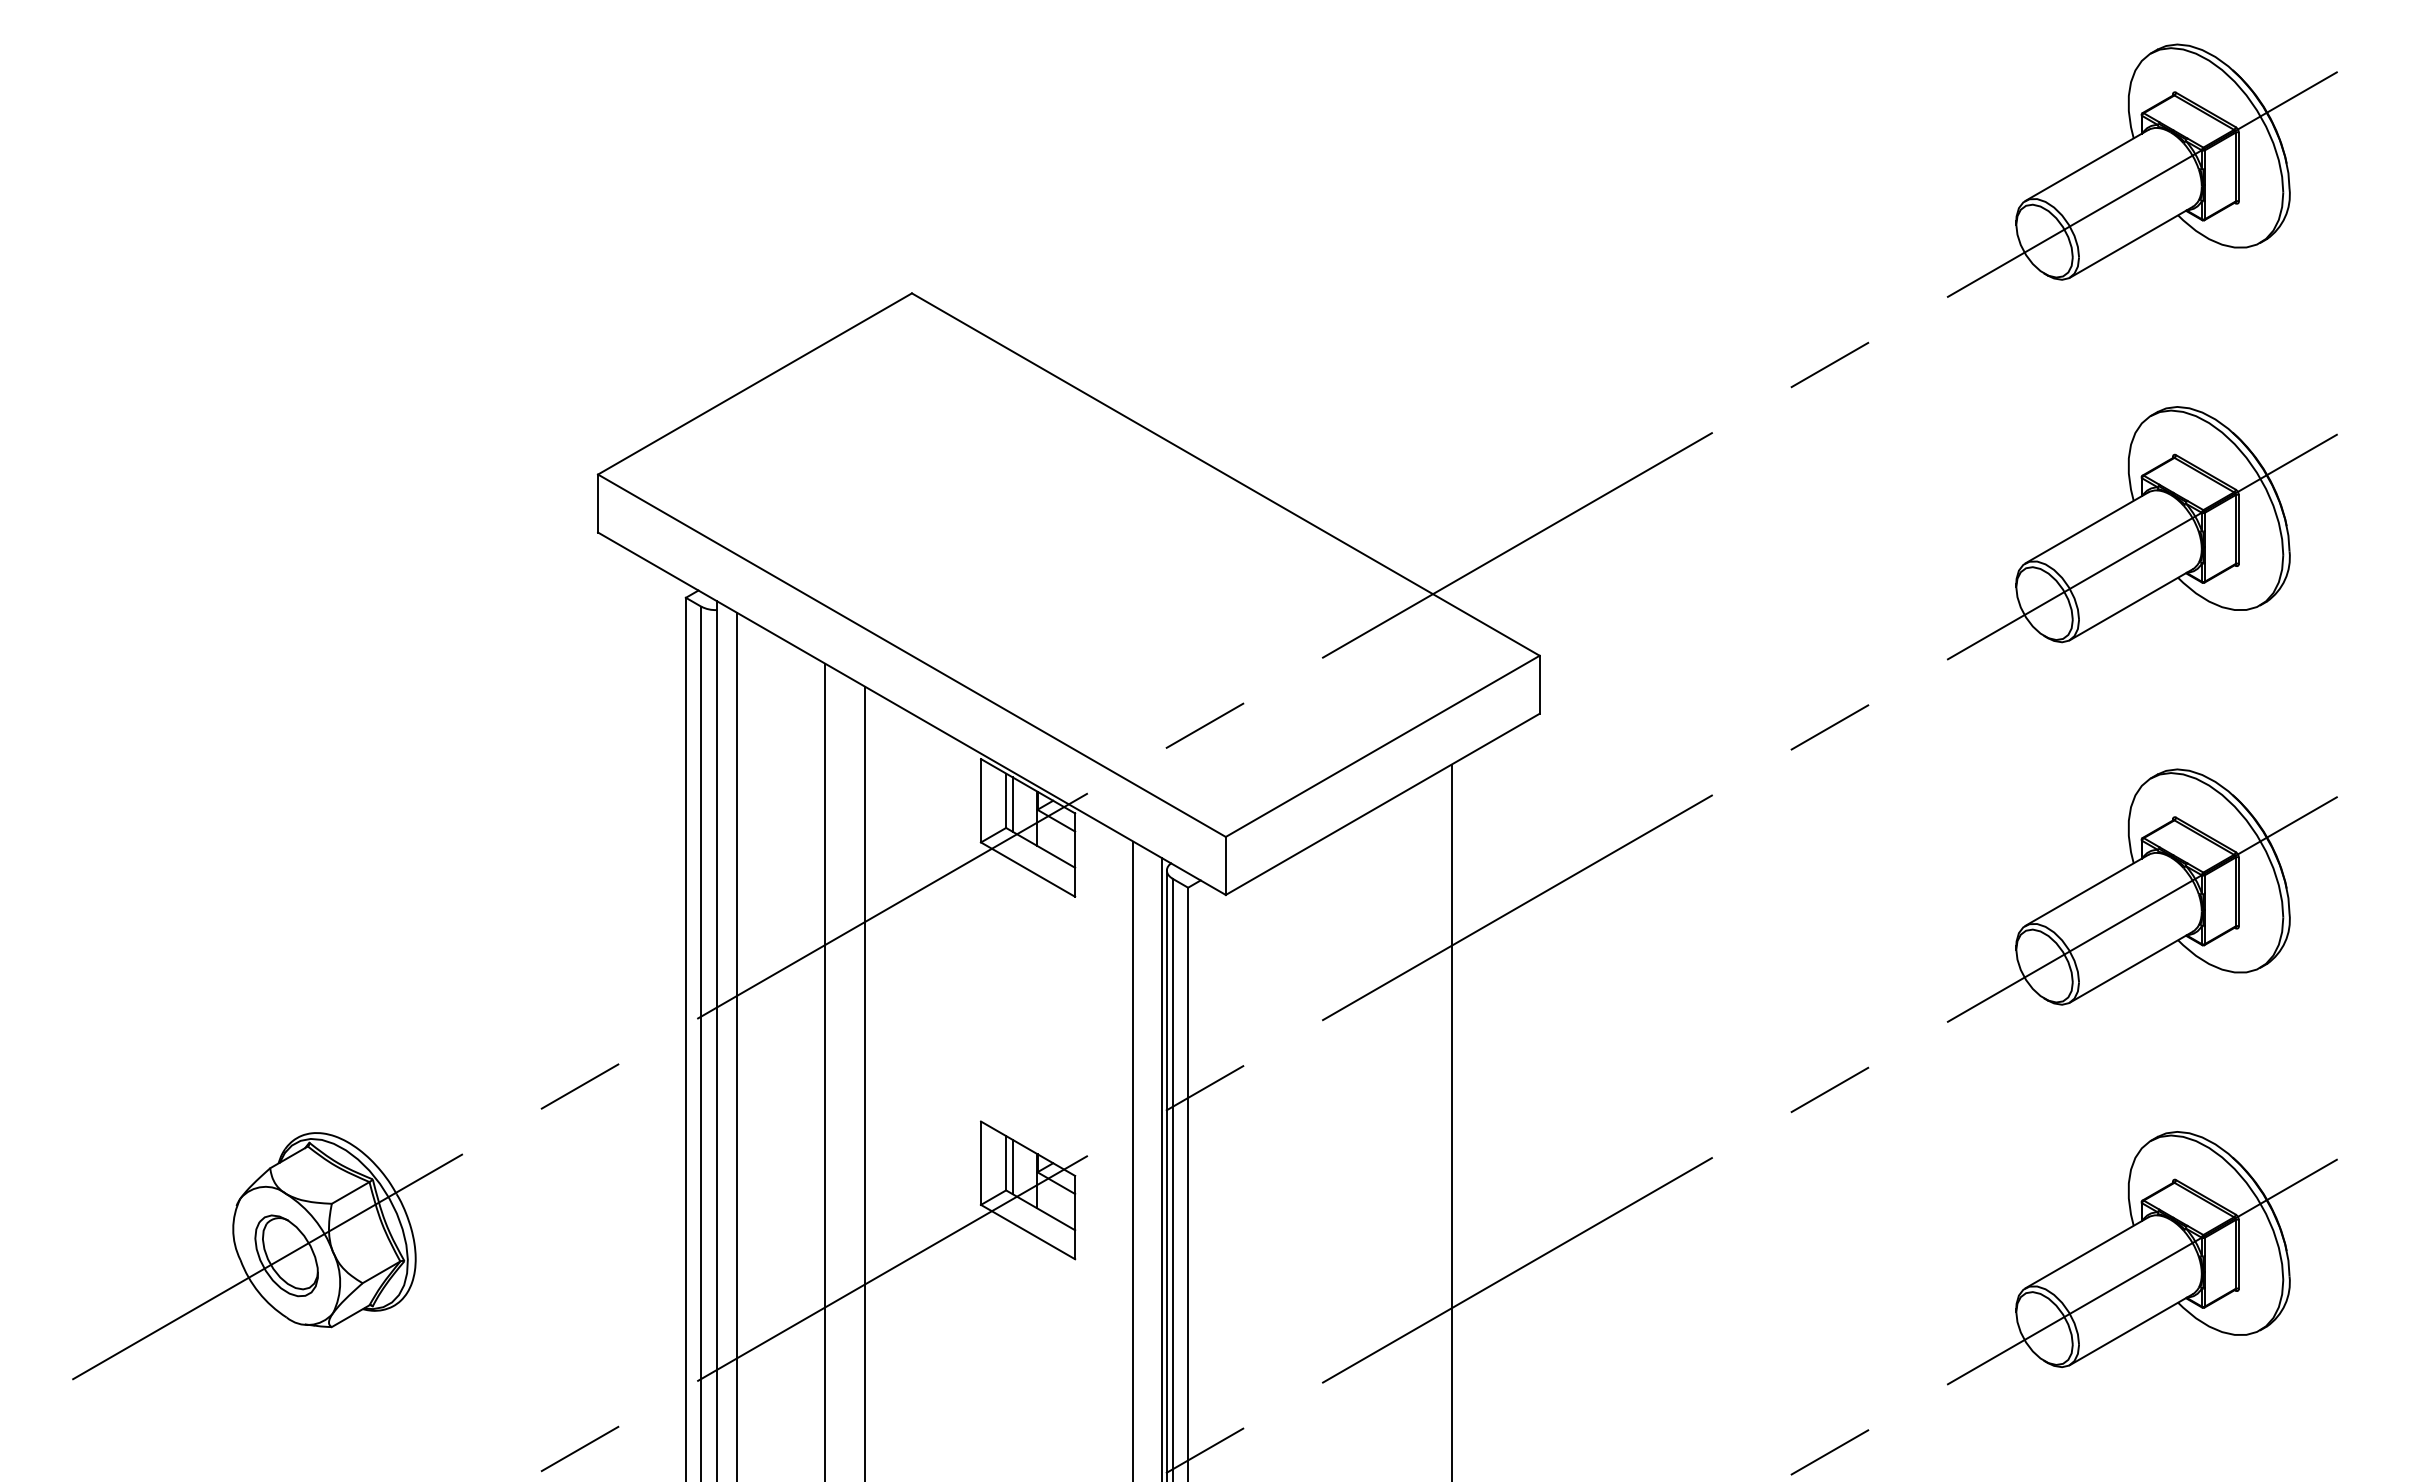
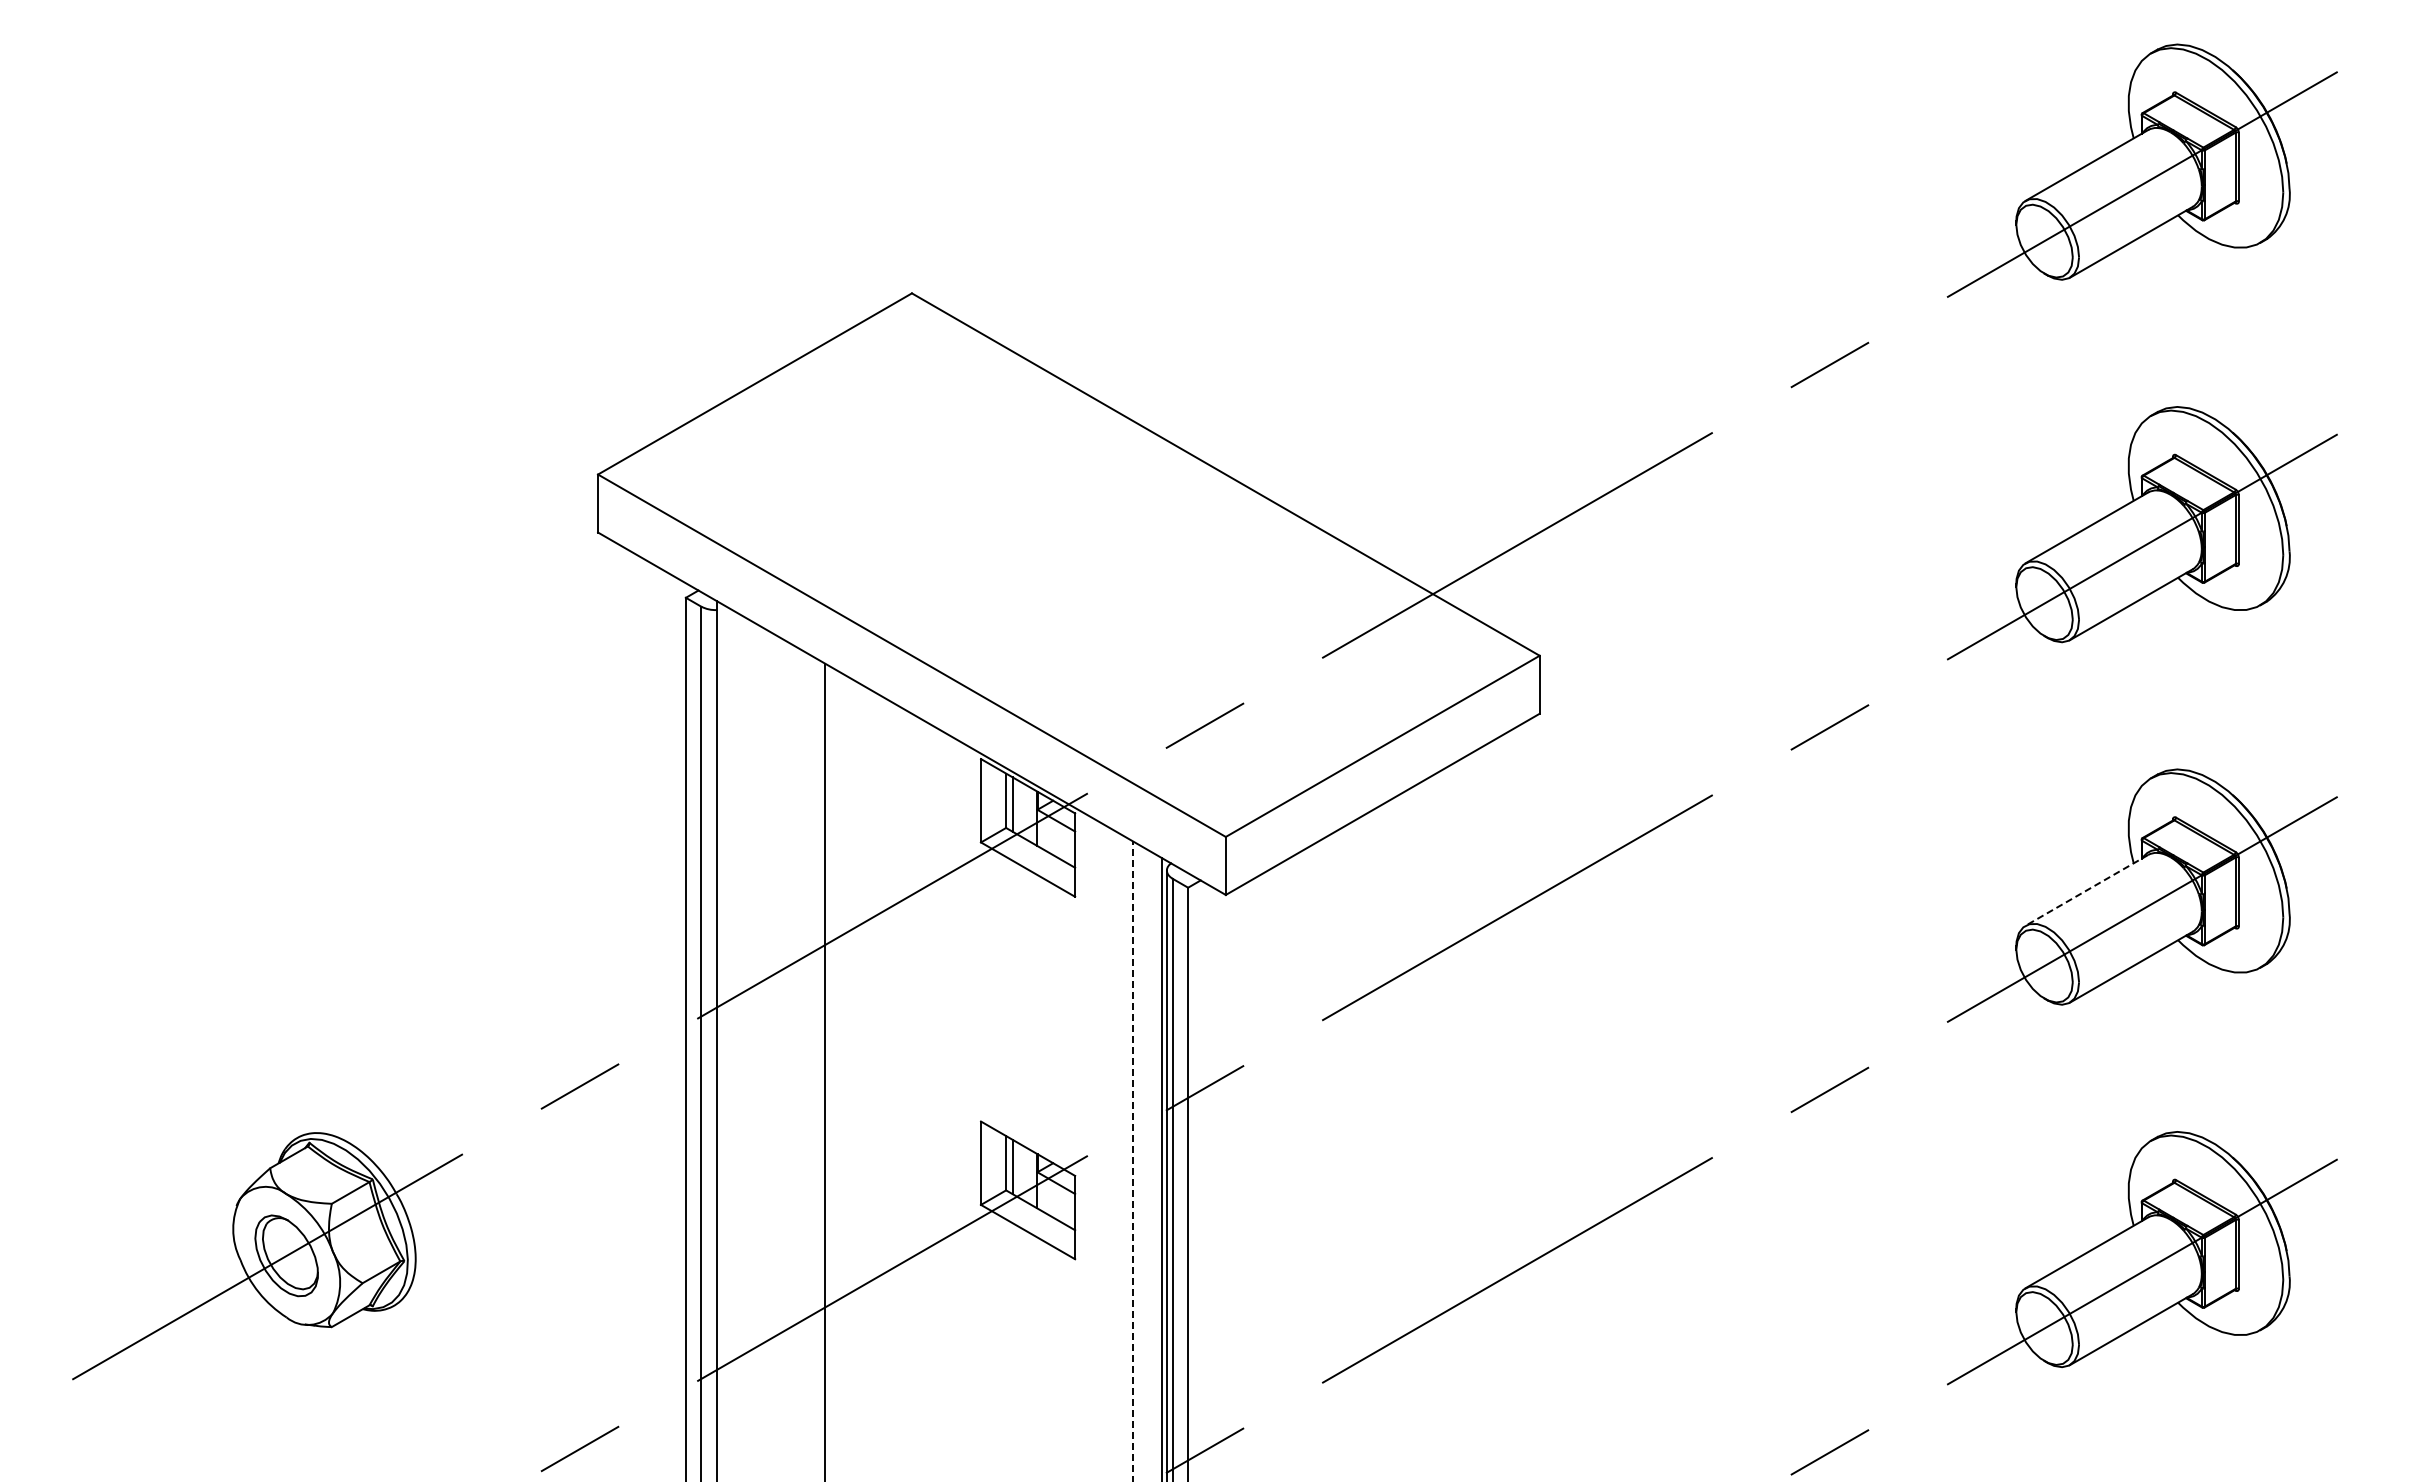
line at (2086, 890): solid -> dashed
line at (737, 1045): present -> none
line at (864, 1082): present -> none
line at (1451, 1121): present -> none
line at (1133, 1161): solid -> dashed
